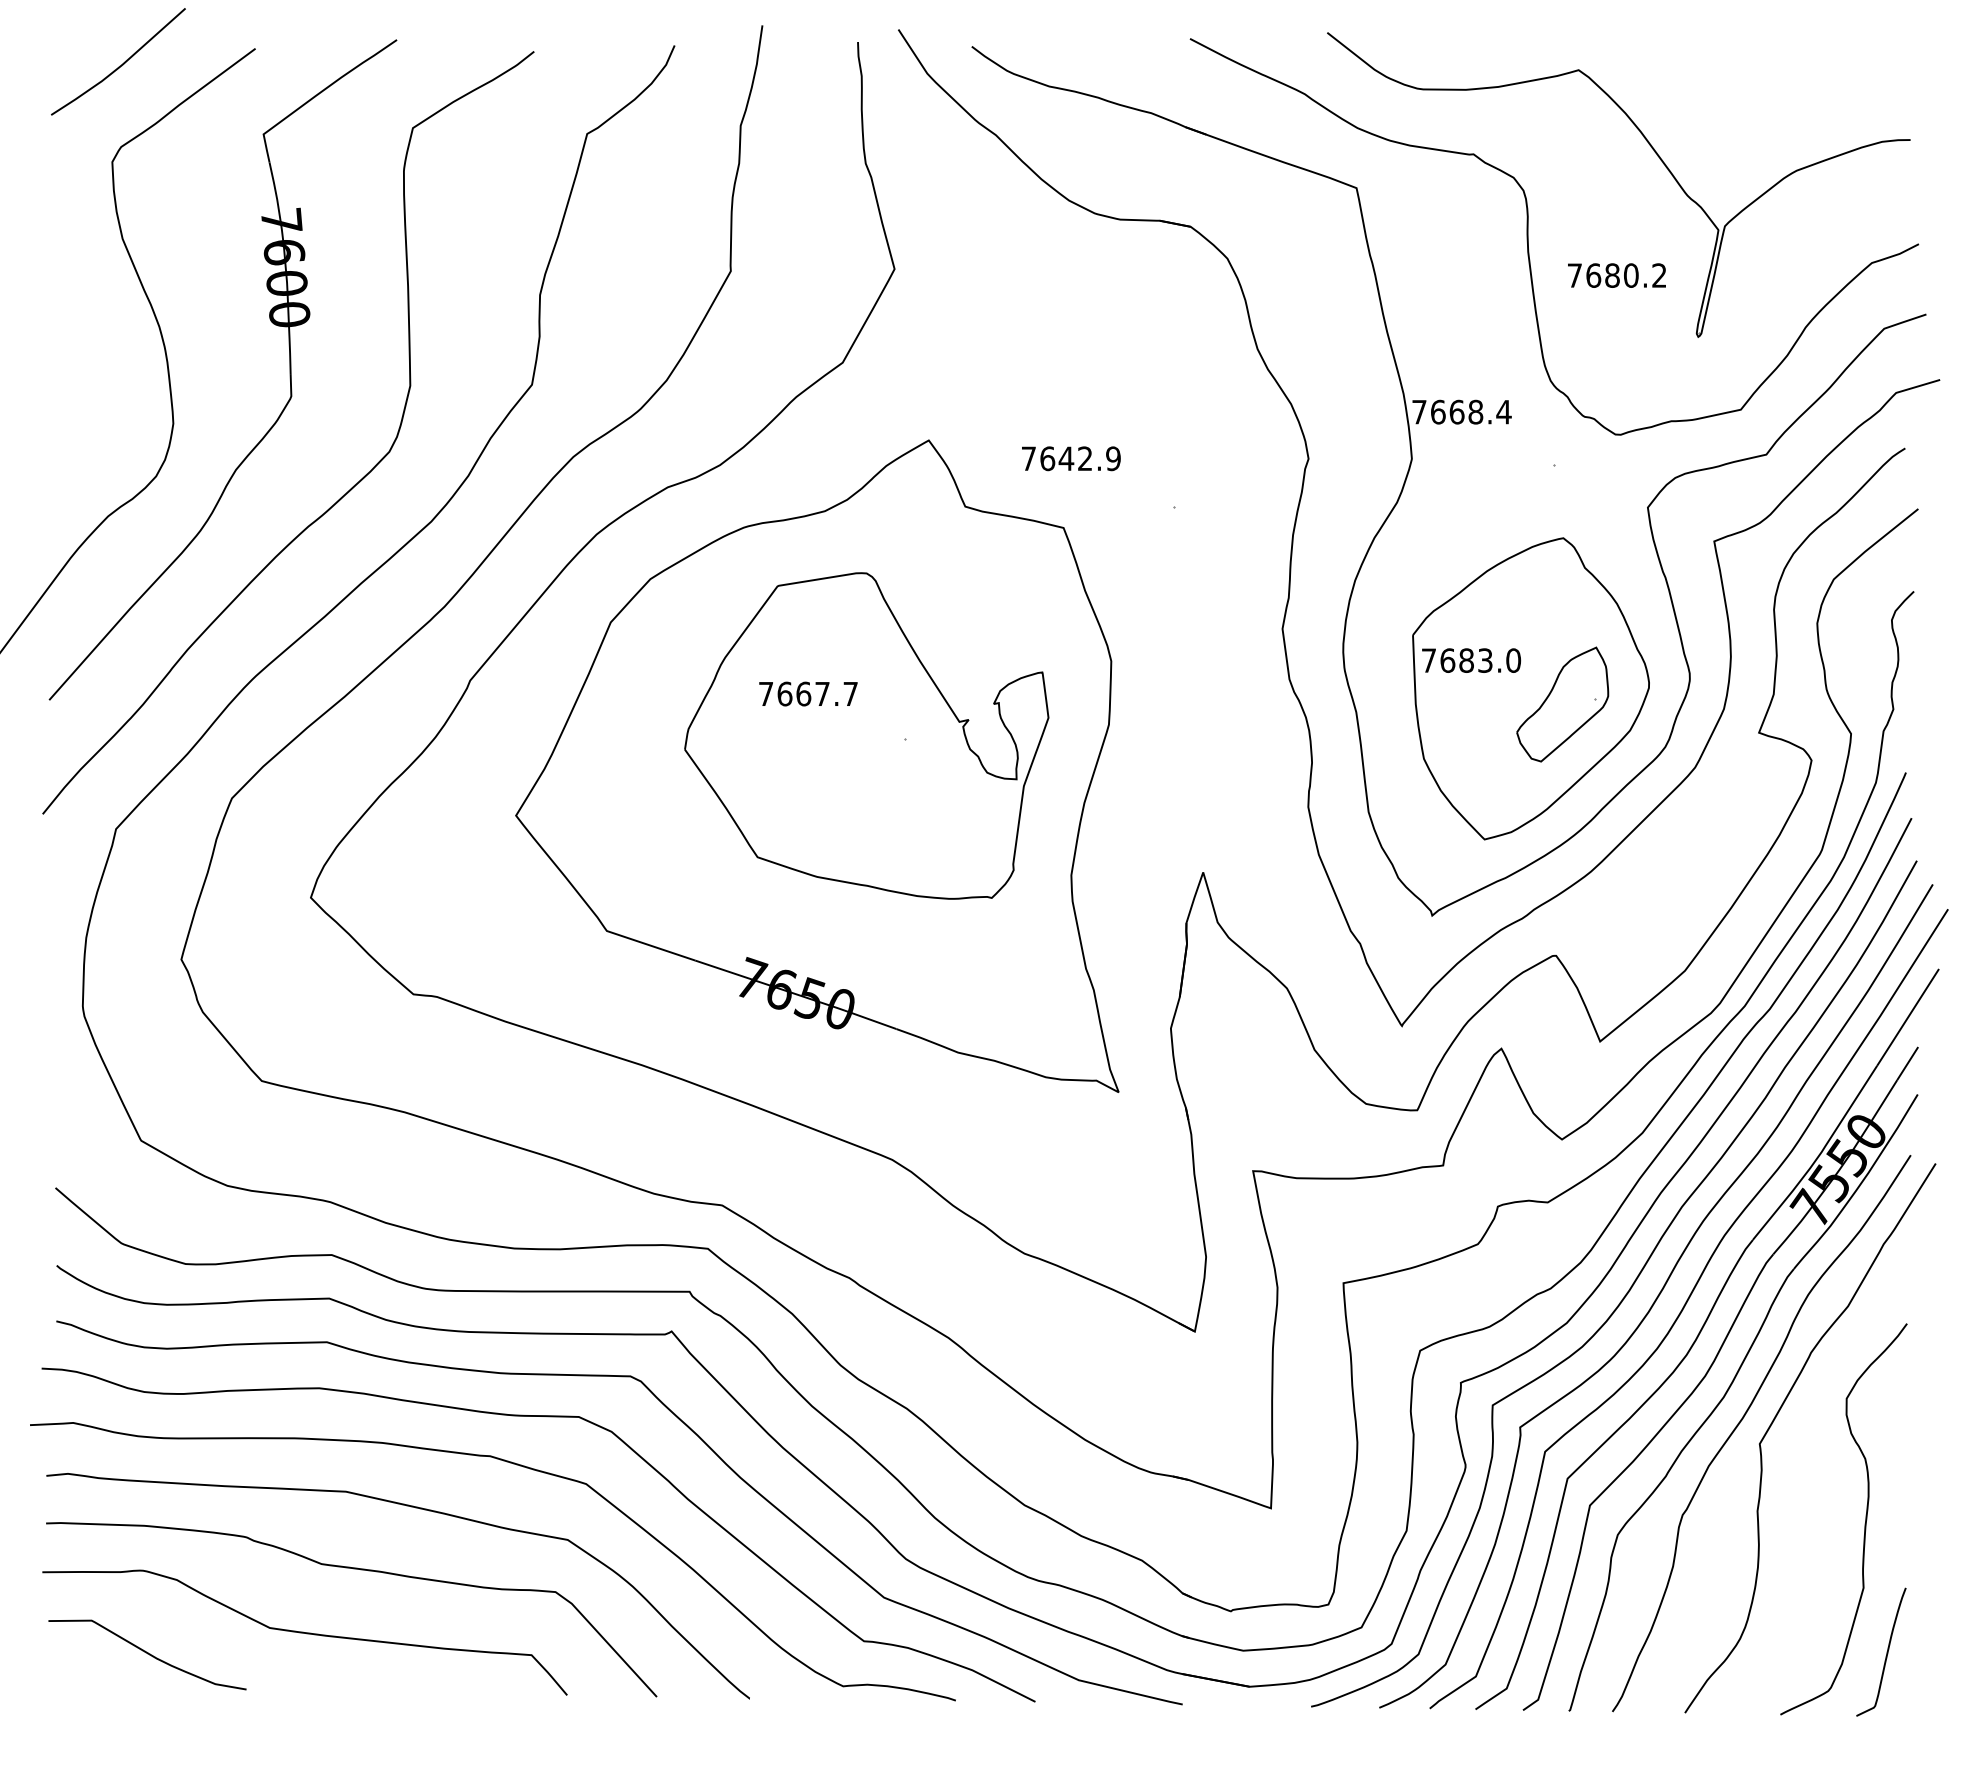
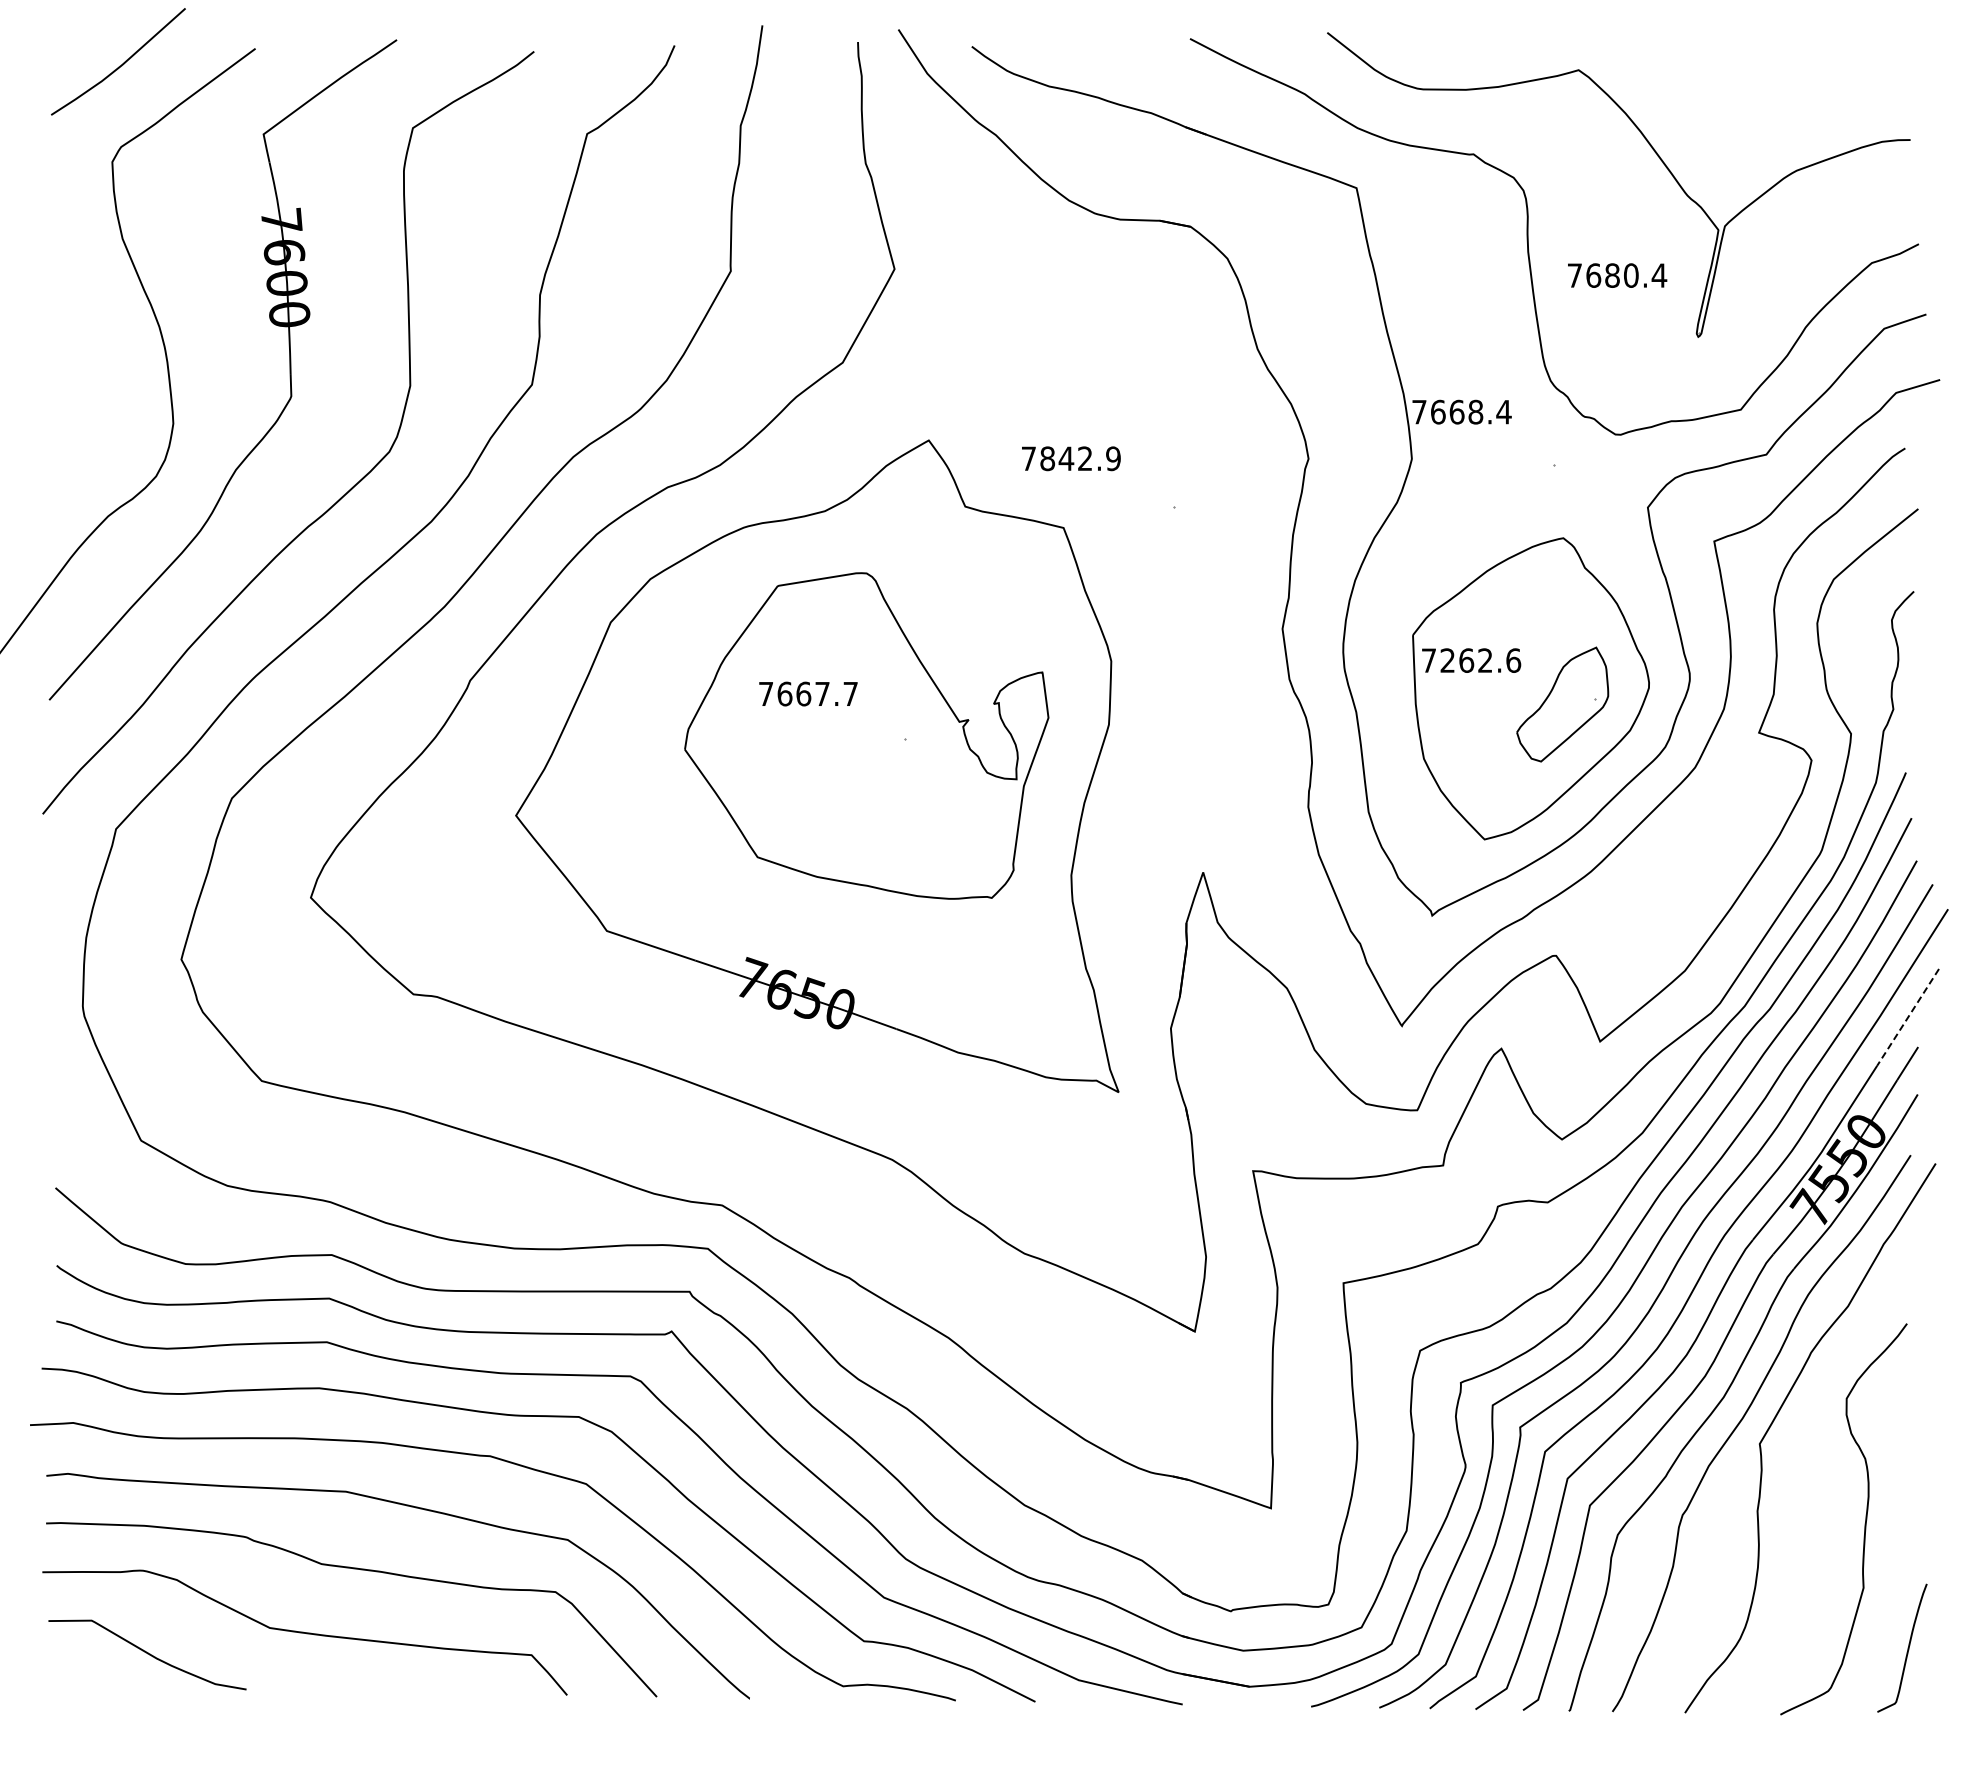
text at (1659, 275): 7680.2 -> 7680.4
text at (1047, 458): 7642.9 -> 7842.9
text at (1480, 660): 7683.0 -> 7262.6
line at (1907, 1017): solid -> dashed
curve at (1886, 1651) position: (1886, 1651) -> (1907, 1647)
